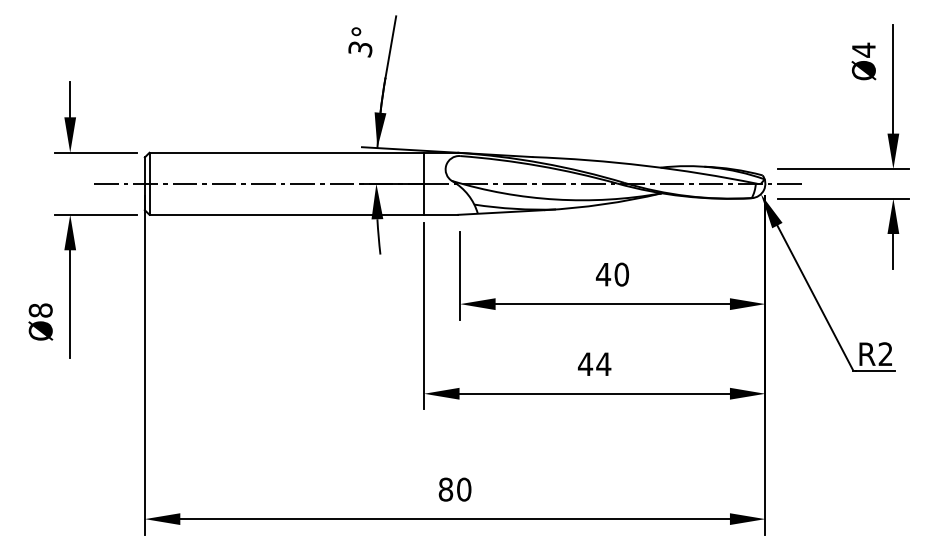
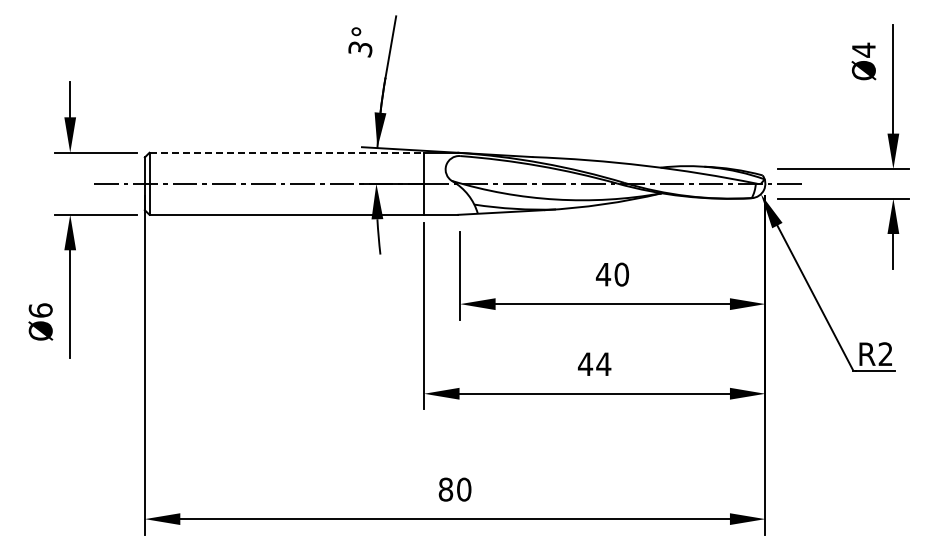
line at (287, 152): solid -> dashed
text at (40, 310): Ø8 -> Ø6
